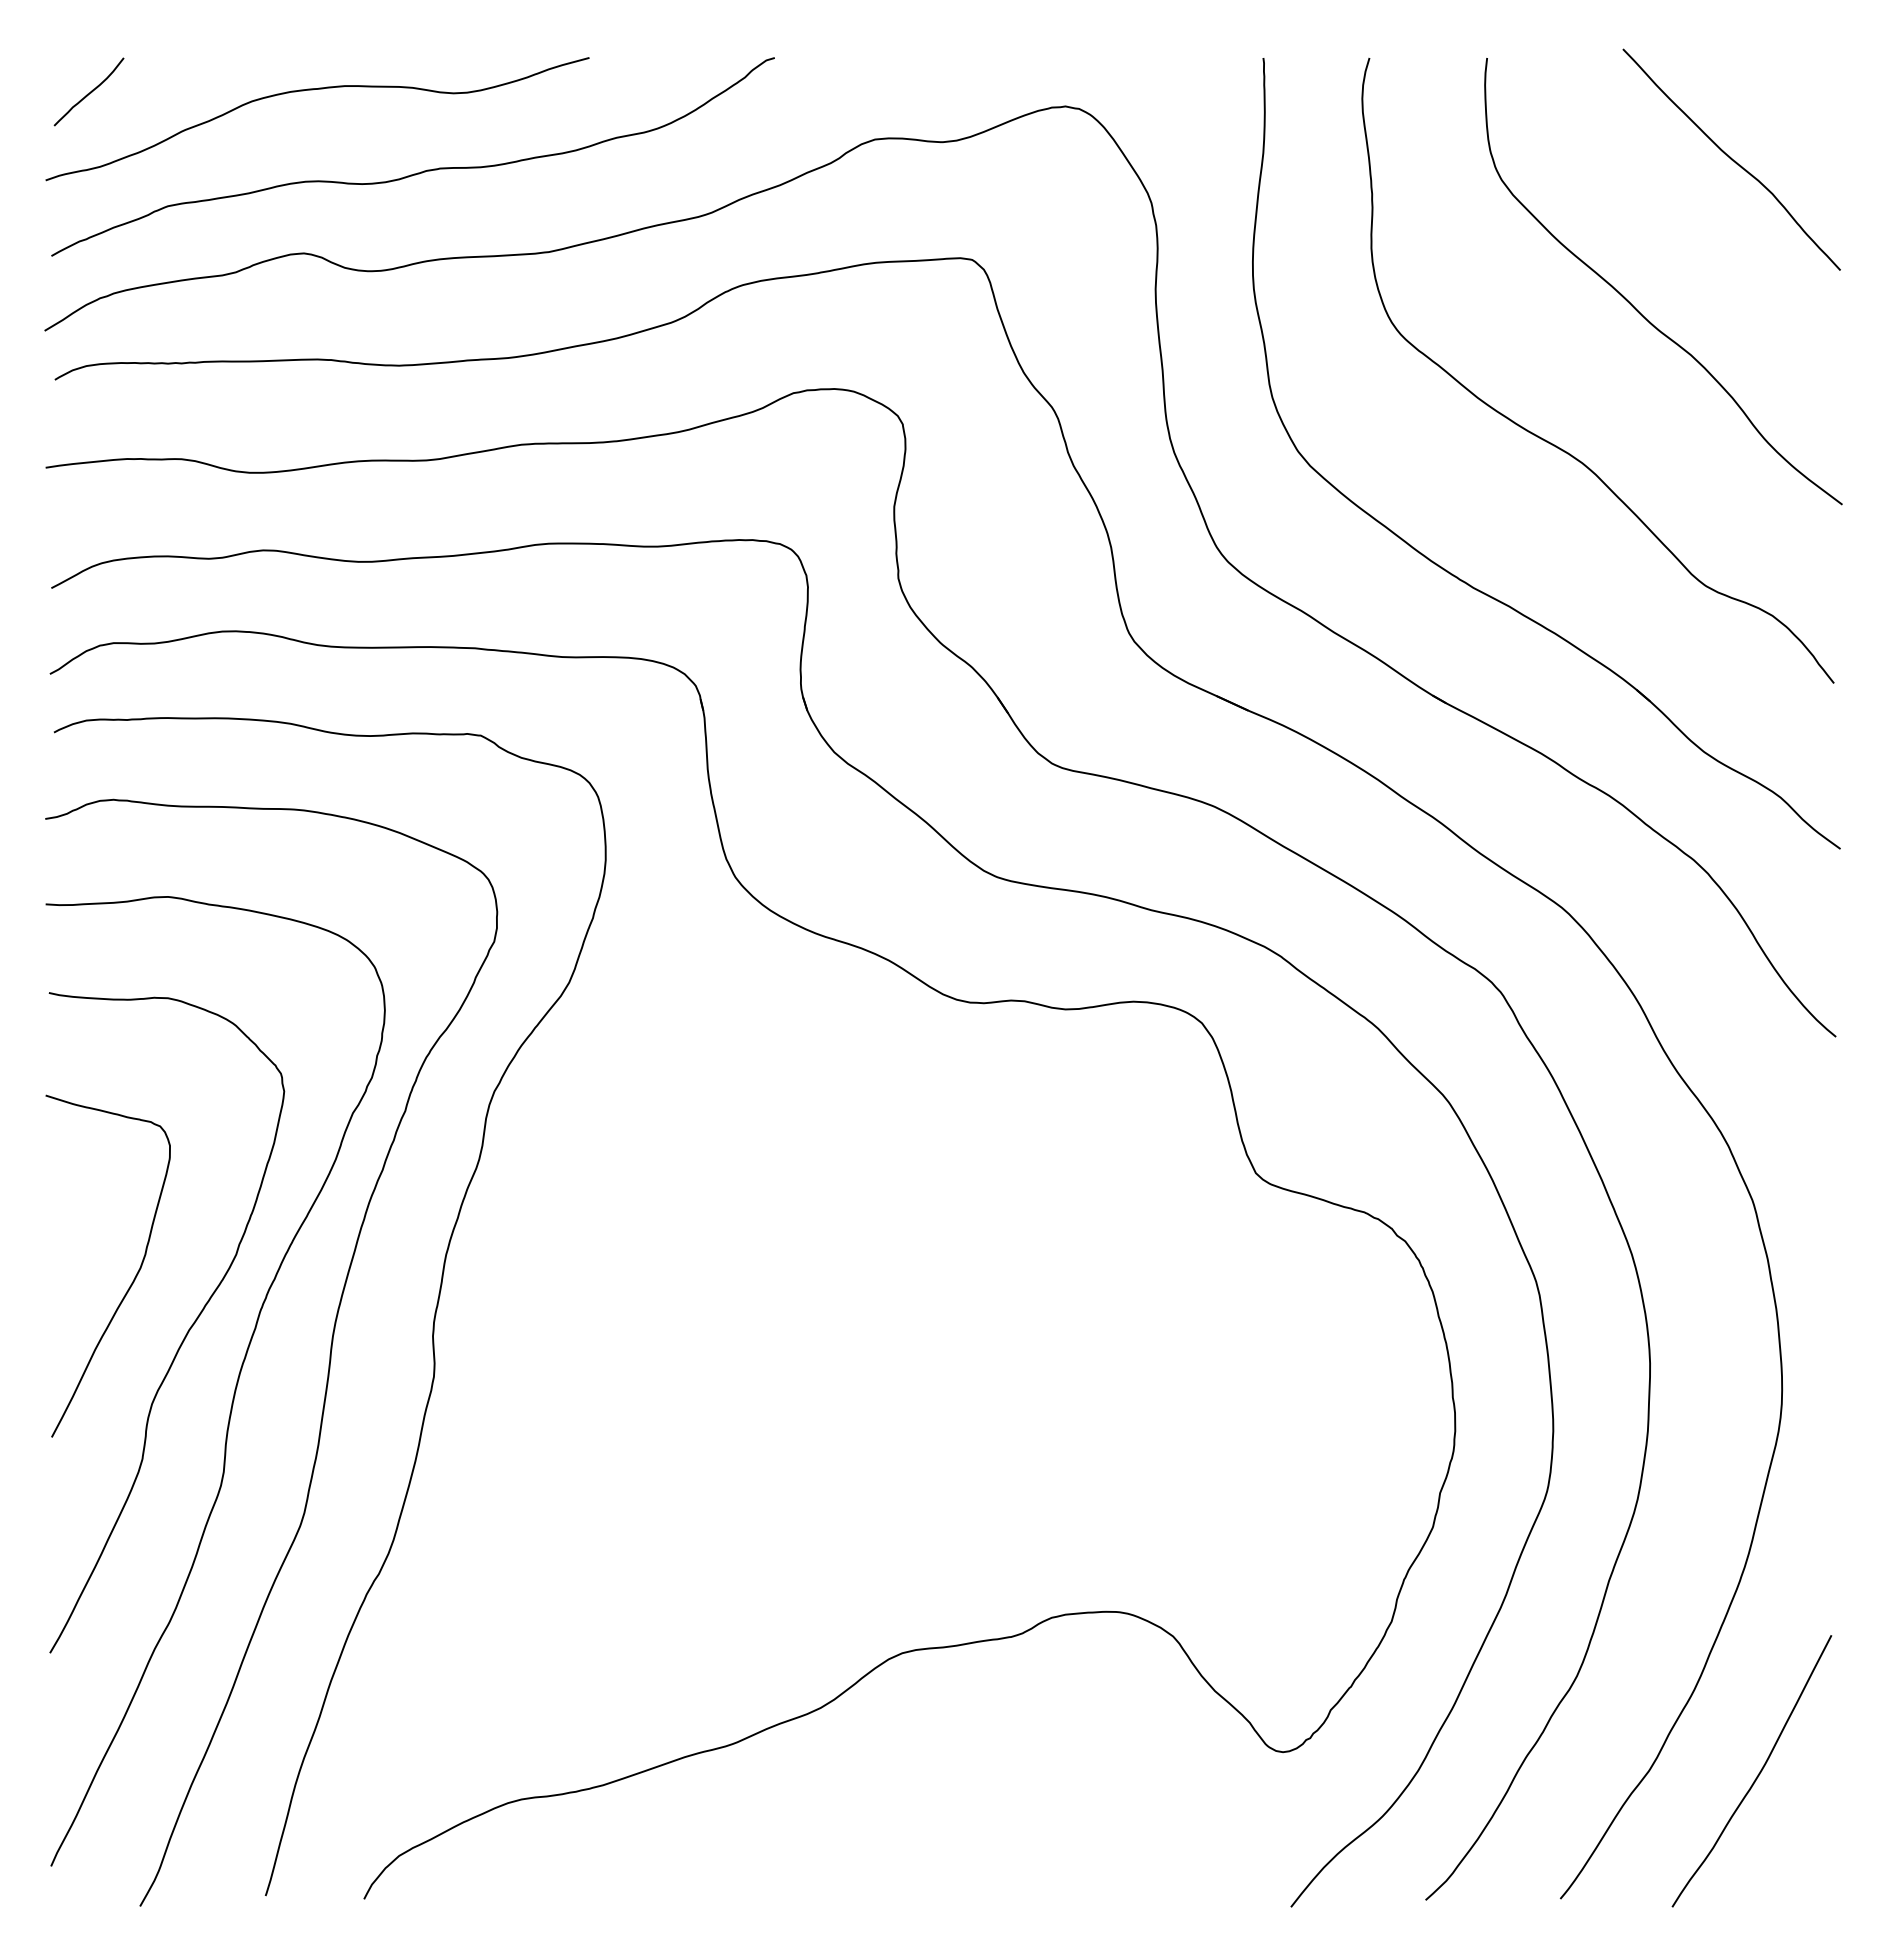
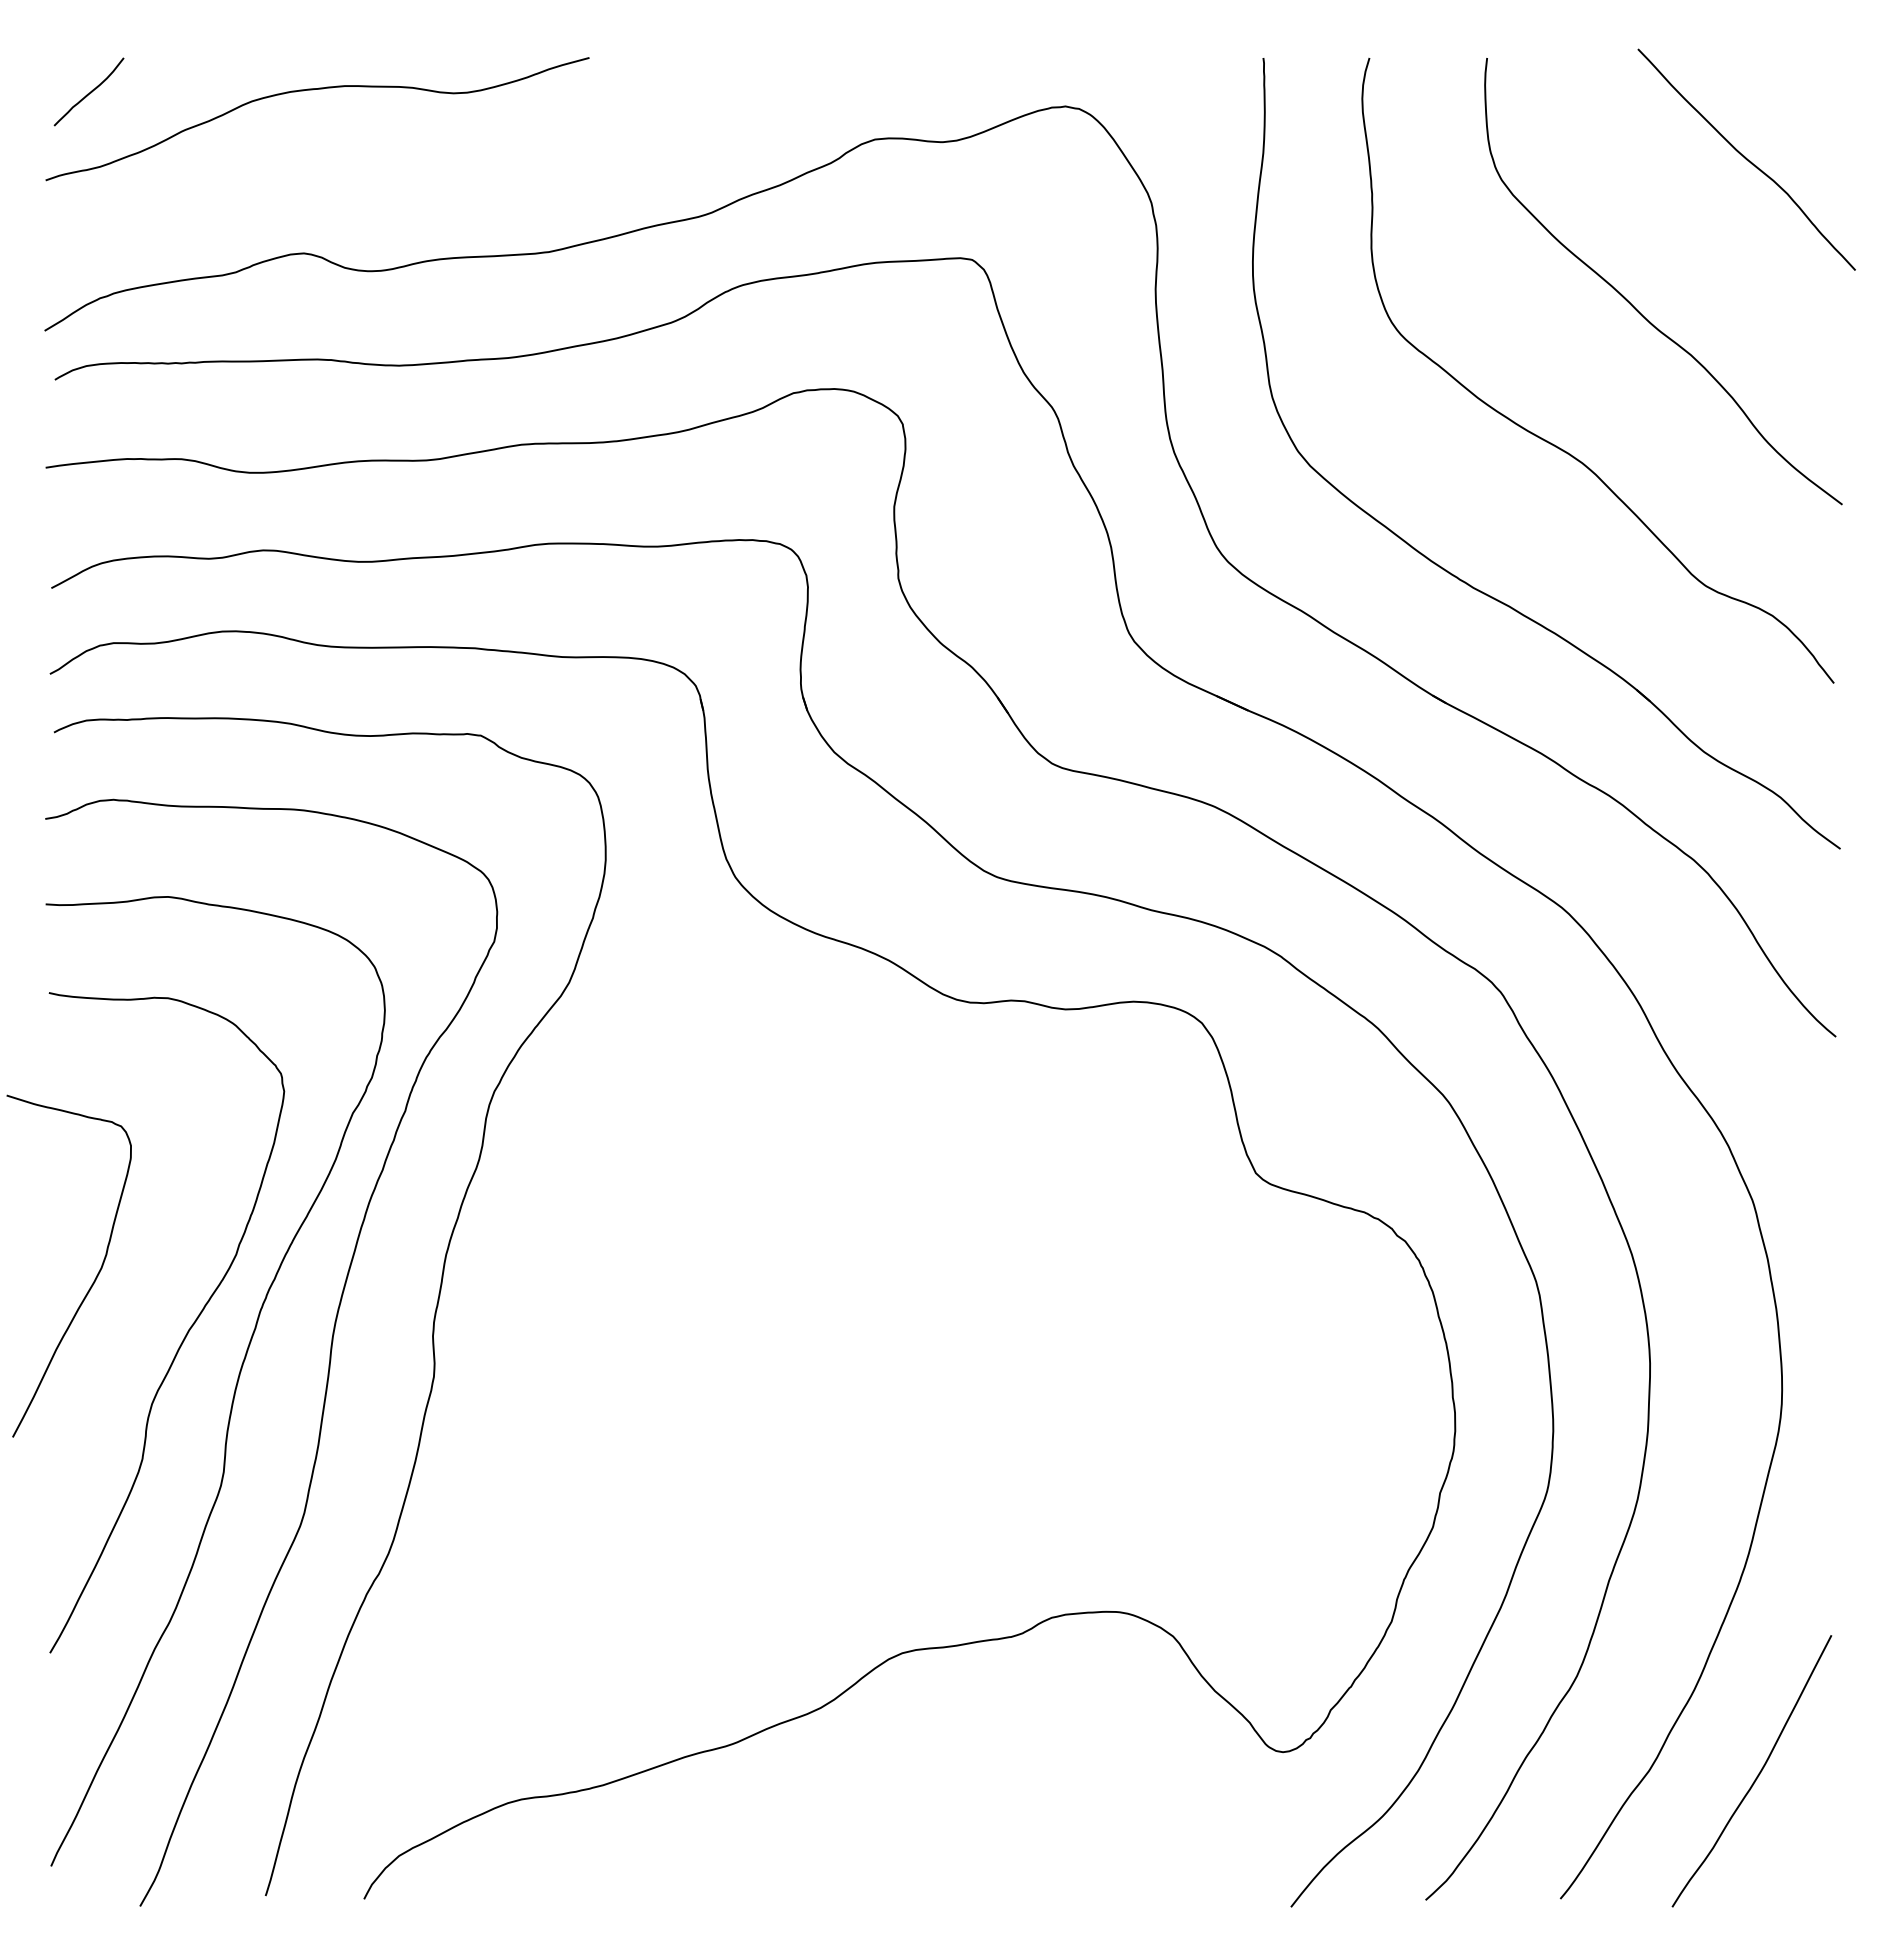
curve at (1731, 159) position: (1731, 159) -> (1746, 159)
curve at (417, 172): present -> none
curve at (133, 1279) position: (133, 1279) -> (94, 1279)
